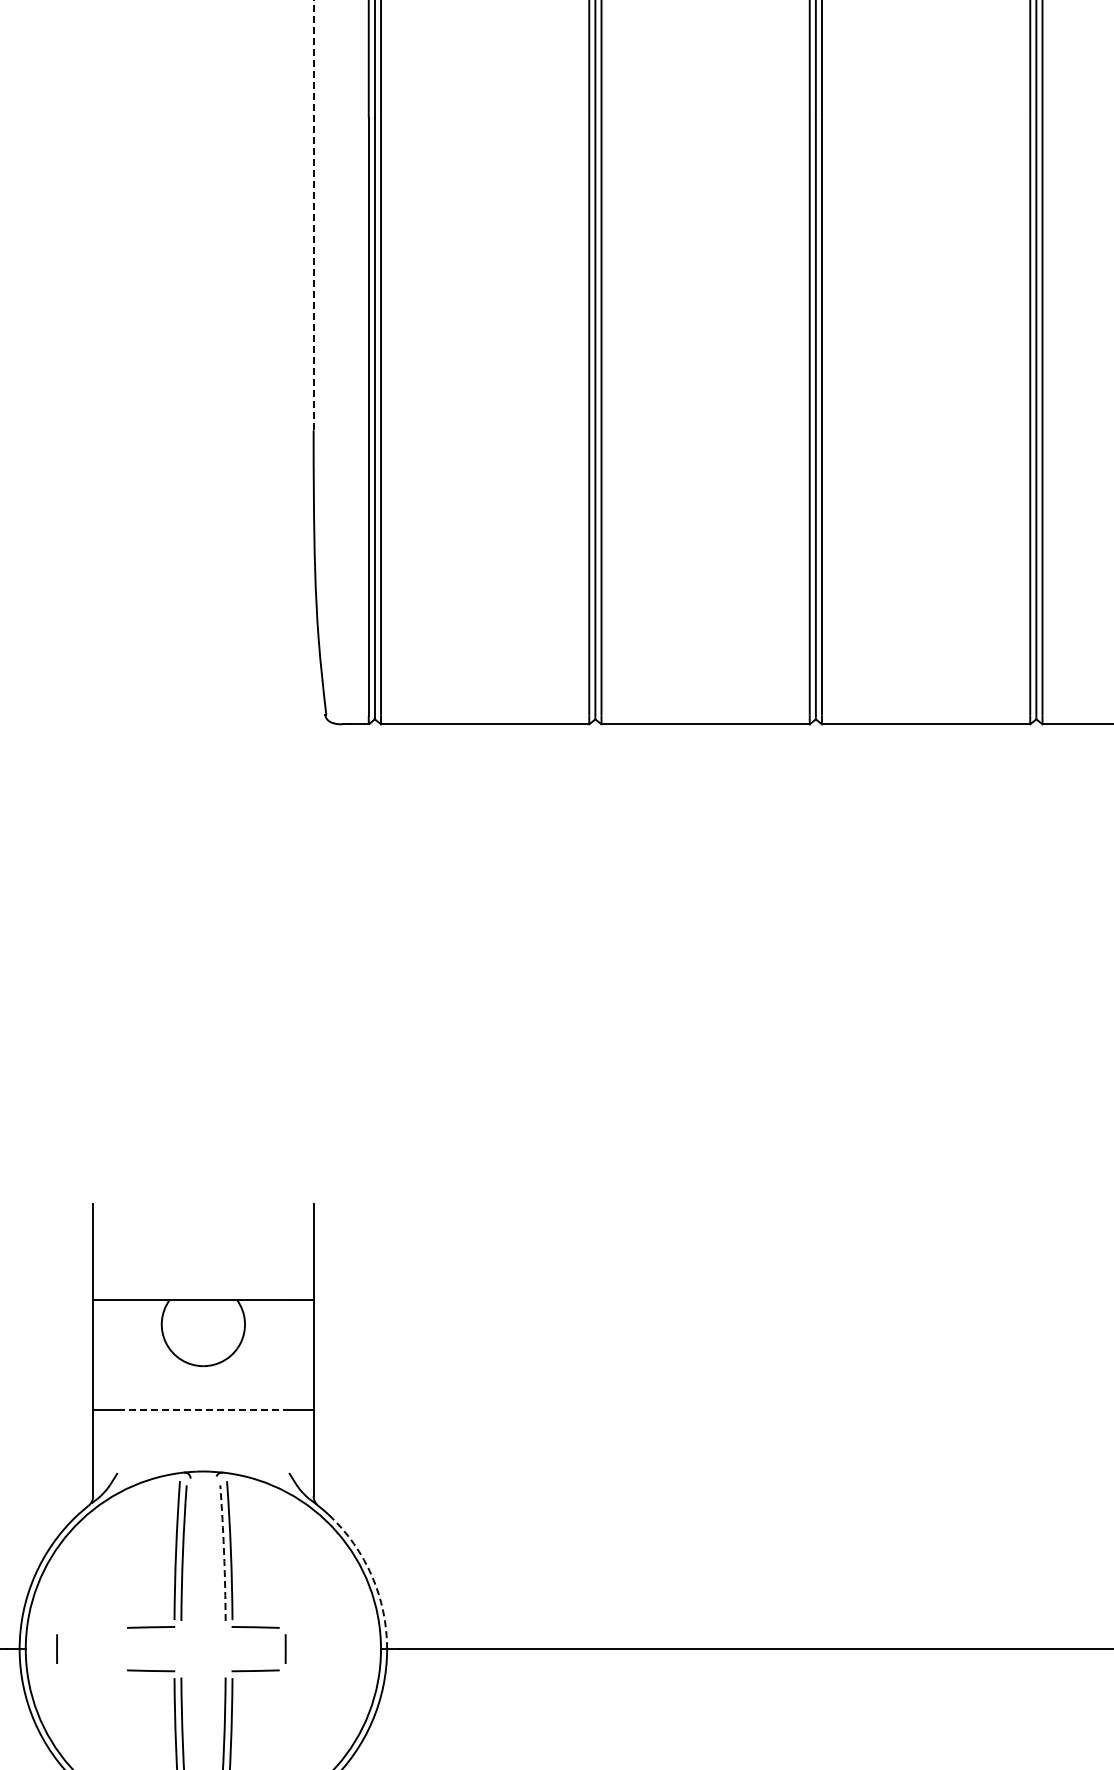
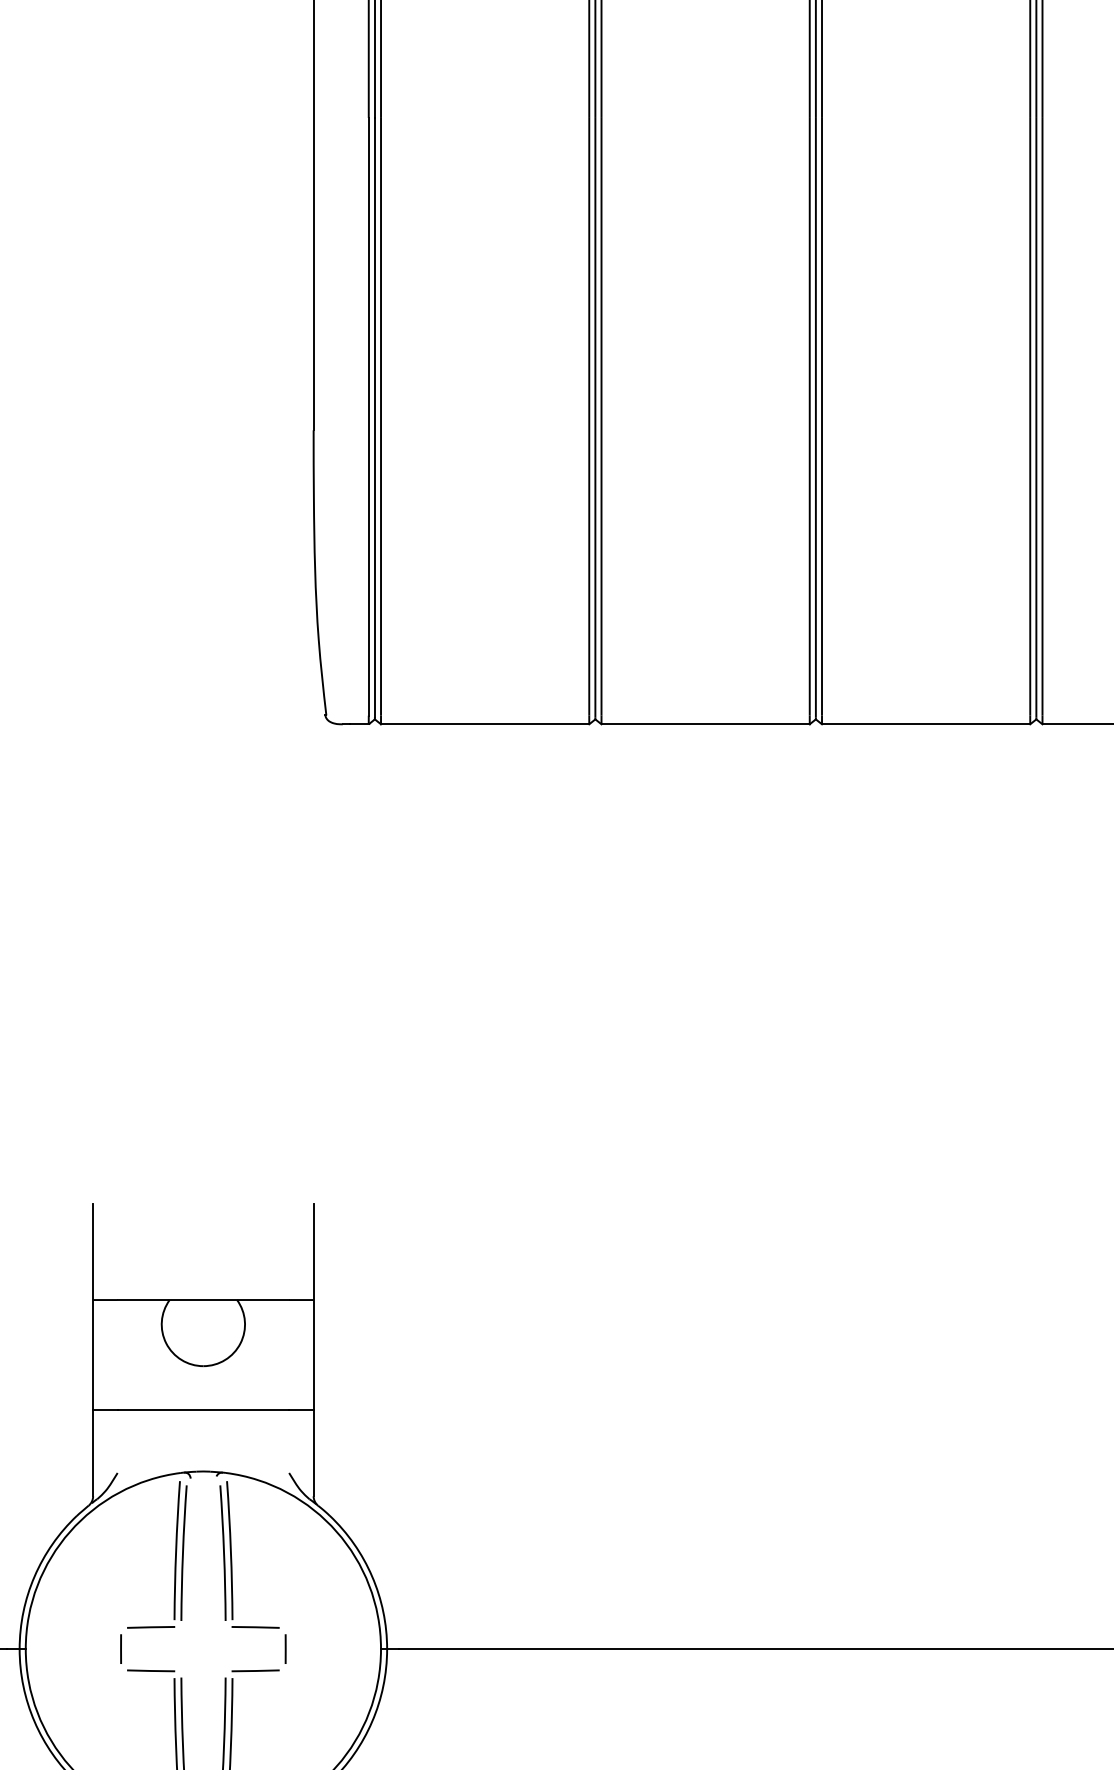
line at (313, 215): dashed -> solid
line at (203, 1410): dashed -> solid
arc at (224, 1553): dashed -> solid
arc at (372, 1576): dashed -> solid
line at (56, 1648) position: (56, 1648) -> (120, 1648)
